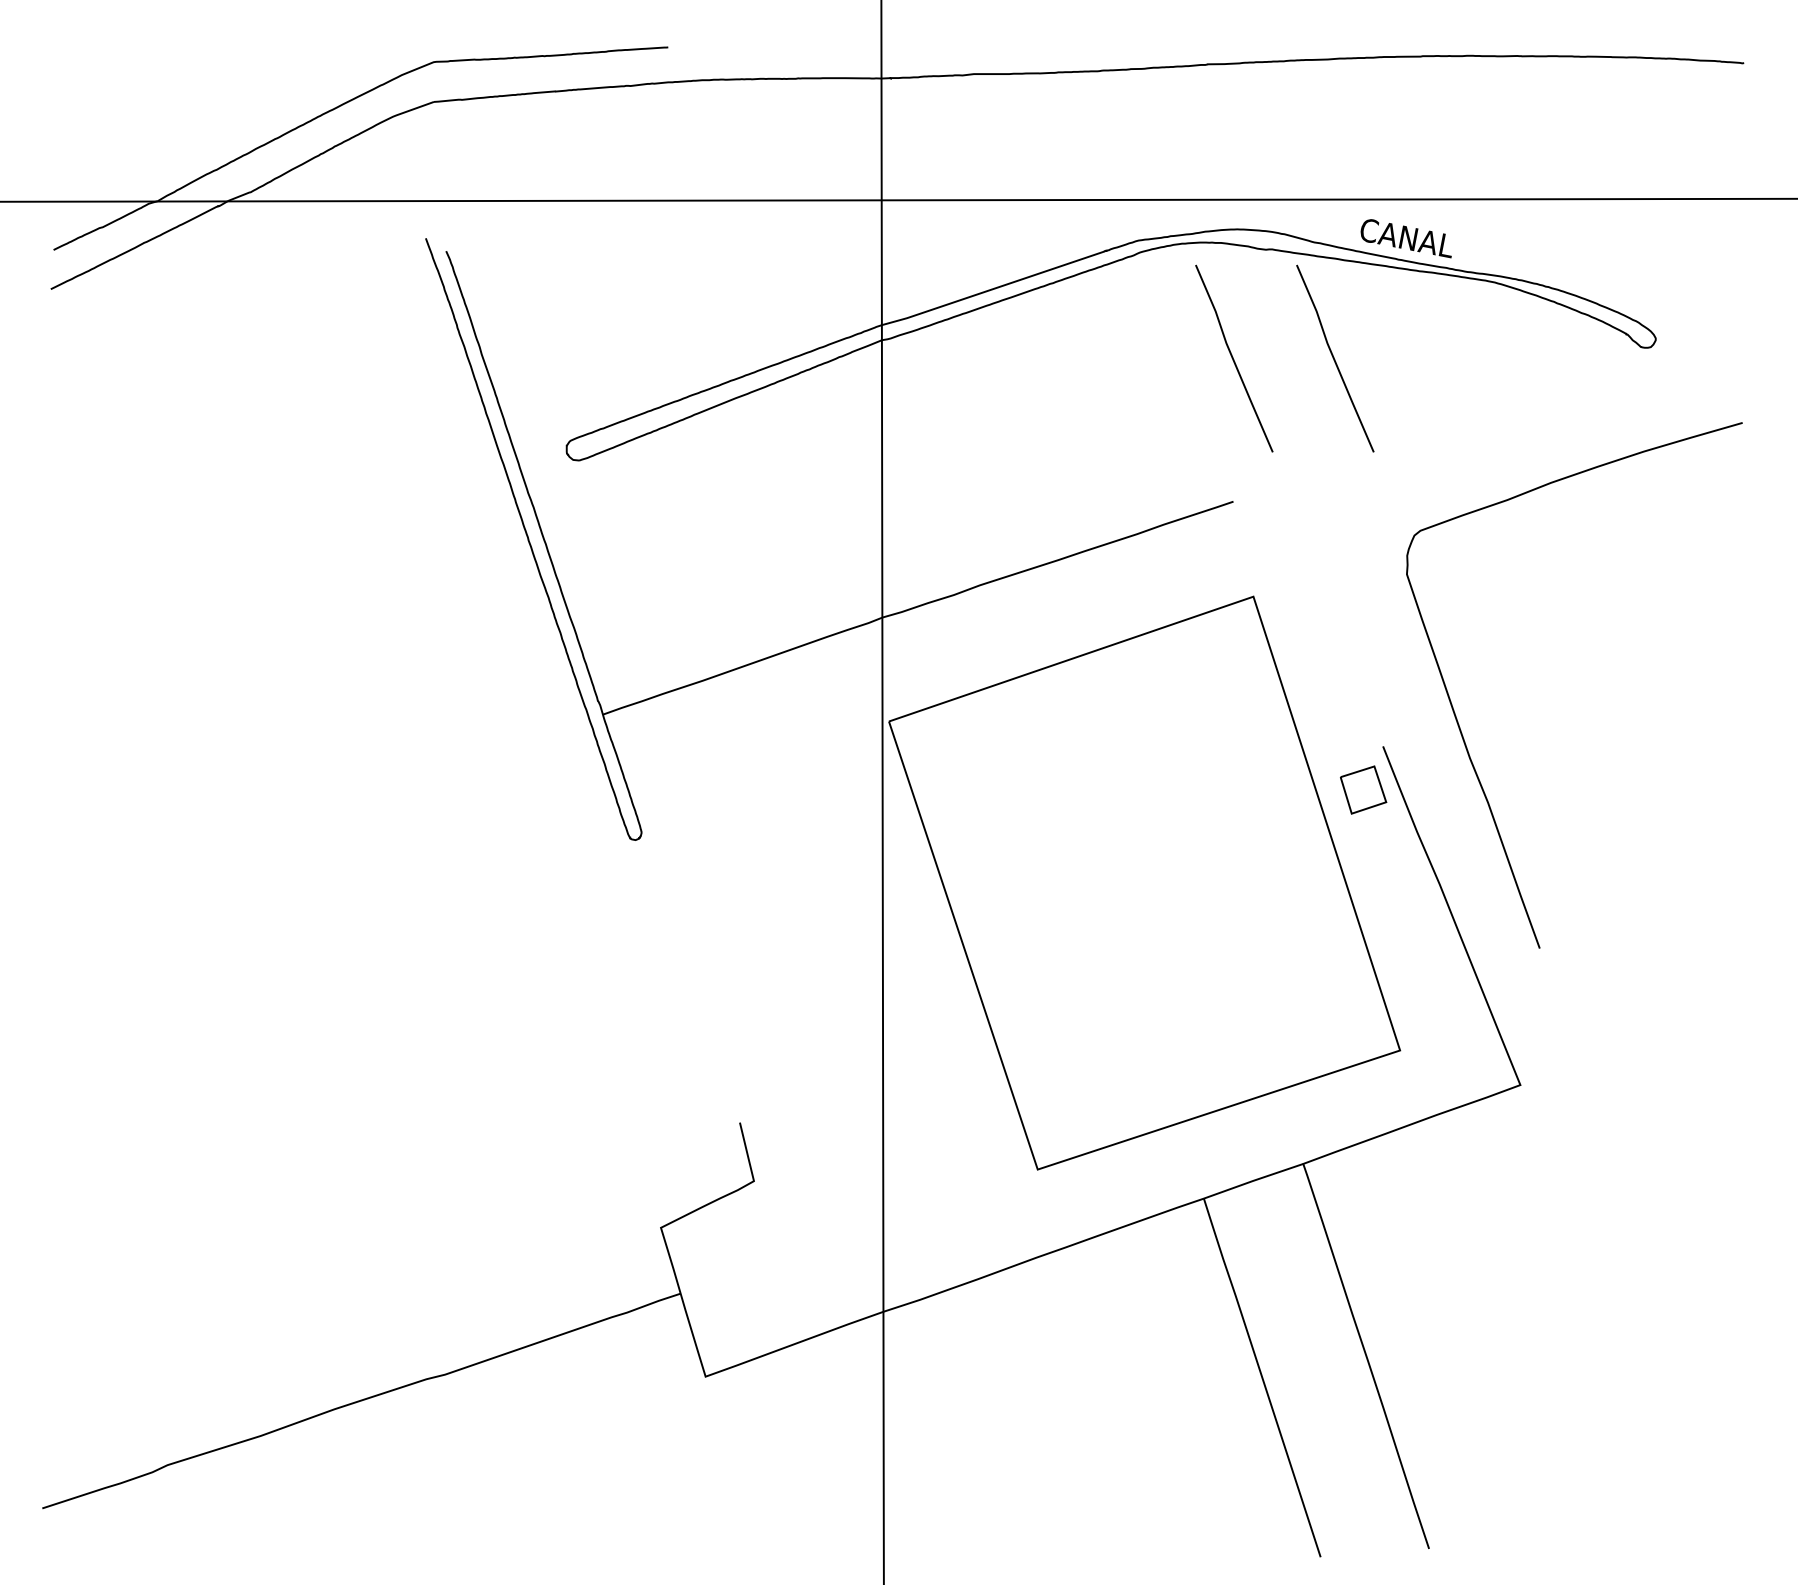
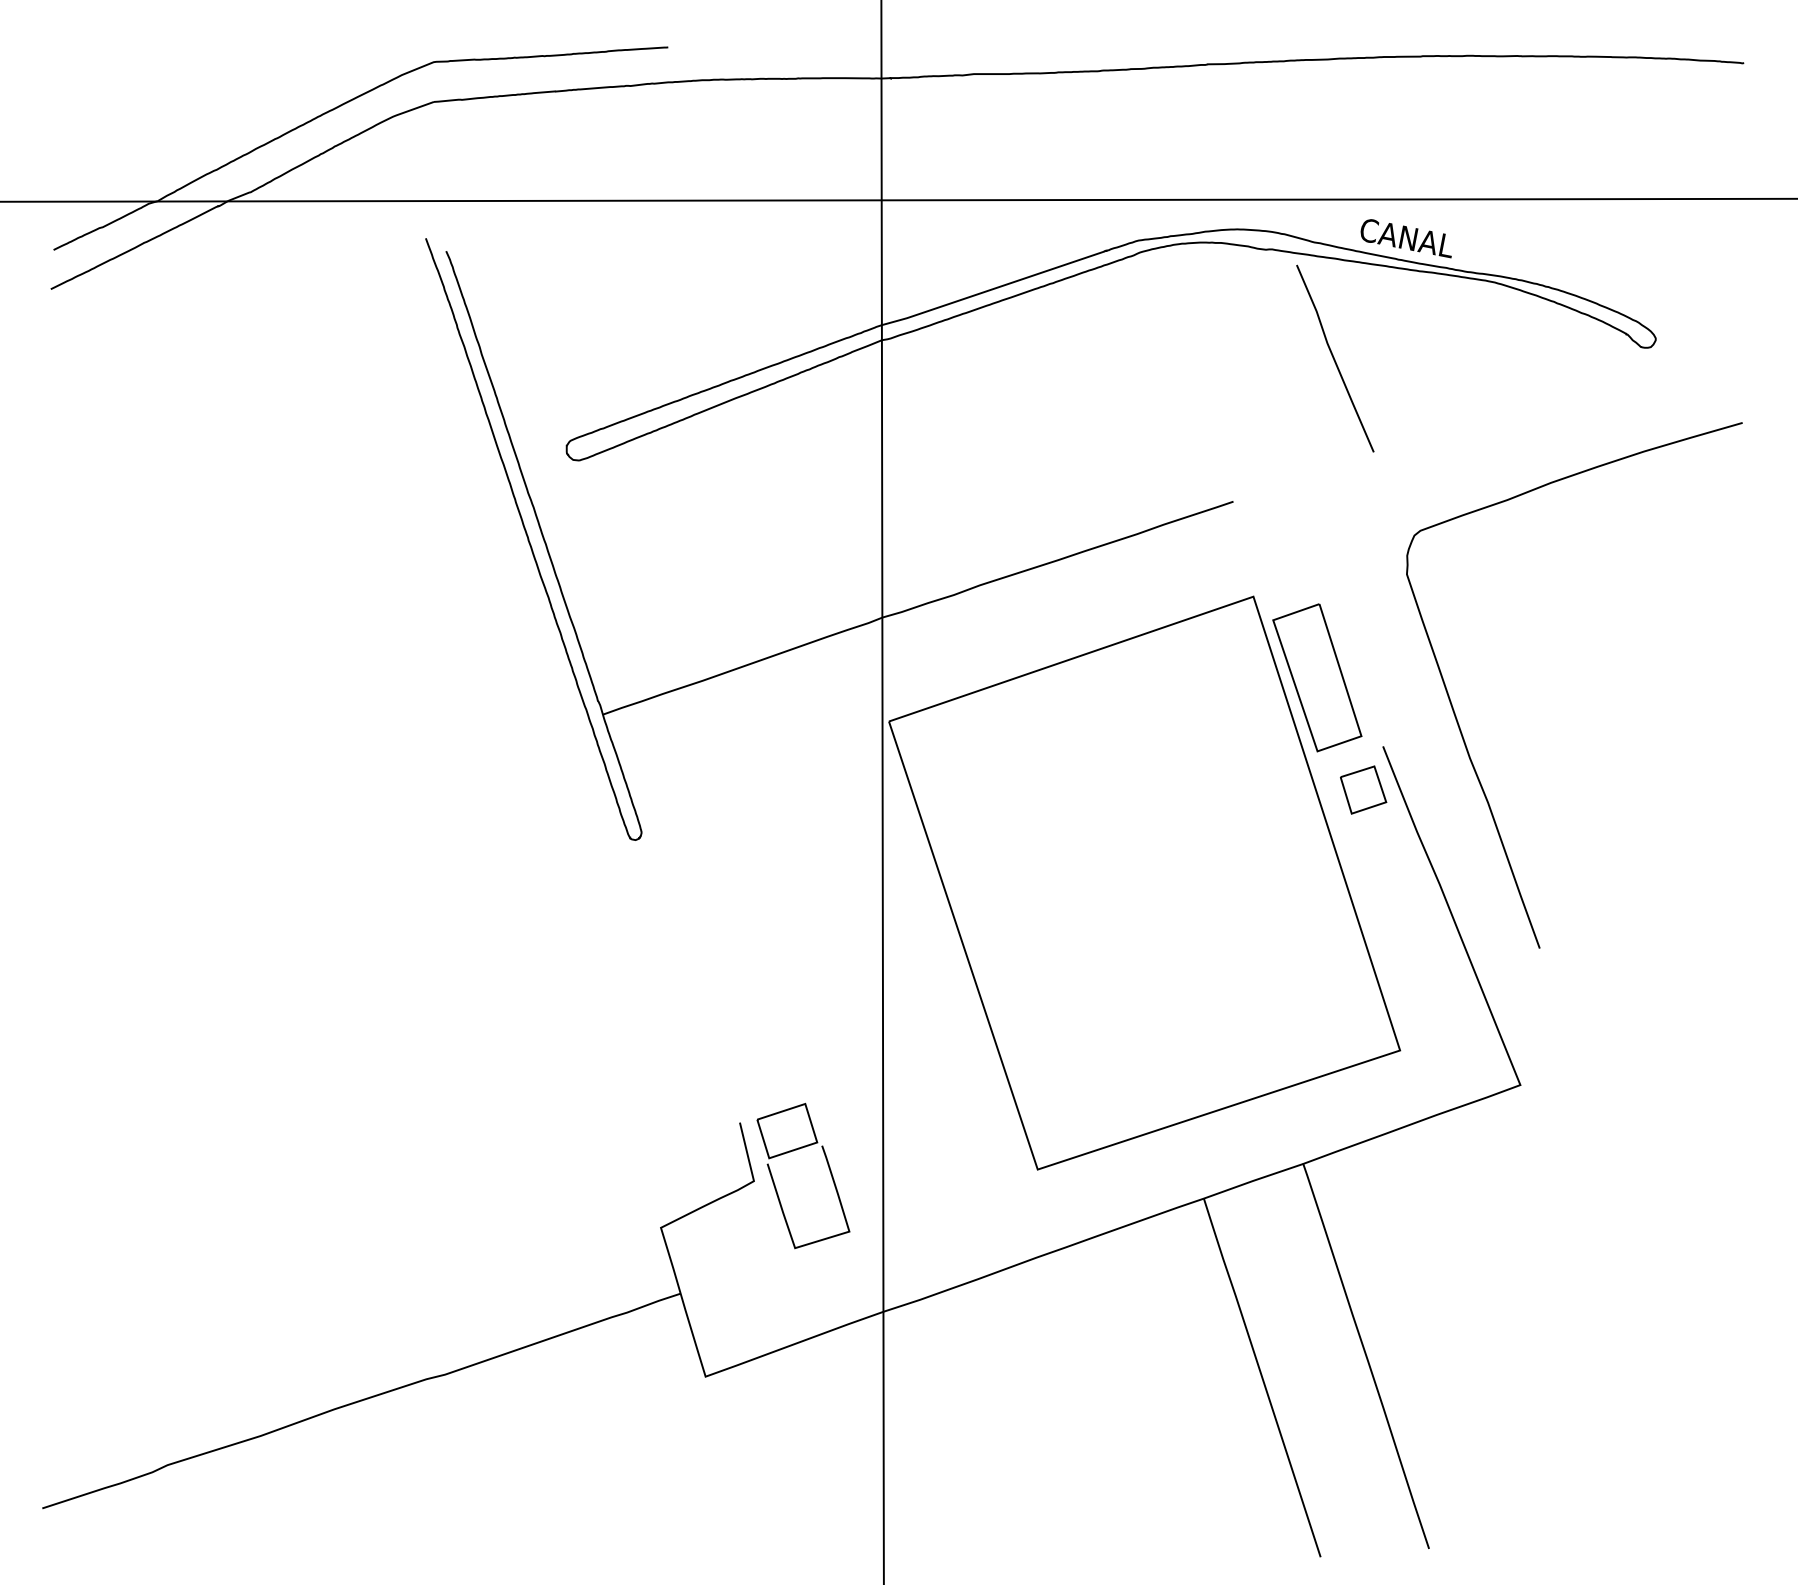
line at (1233, 358): present -> none
part at (1317, 677): none -> present
part at (796, 1150): none -> present
